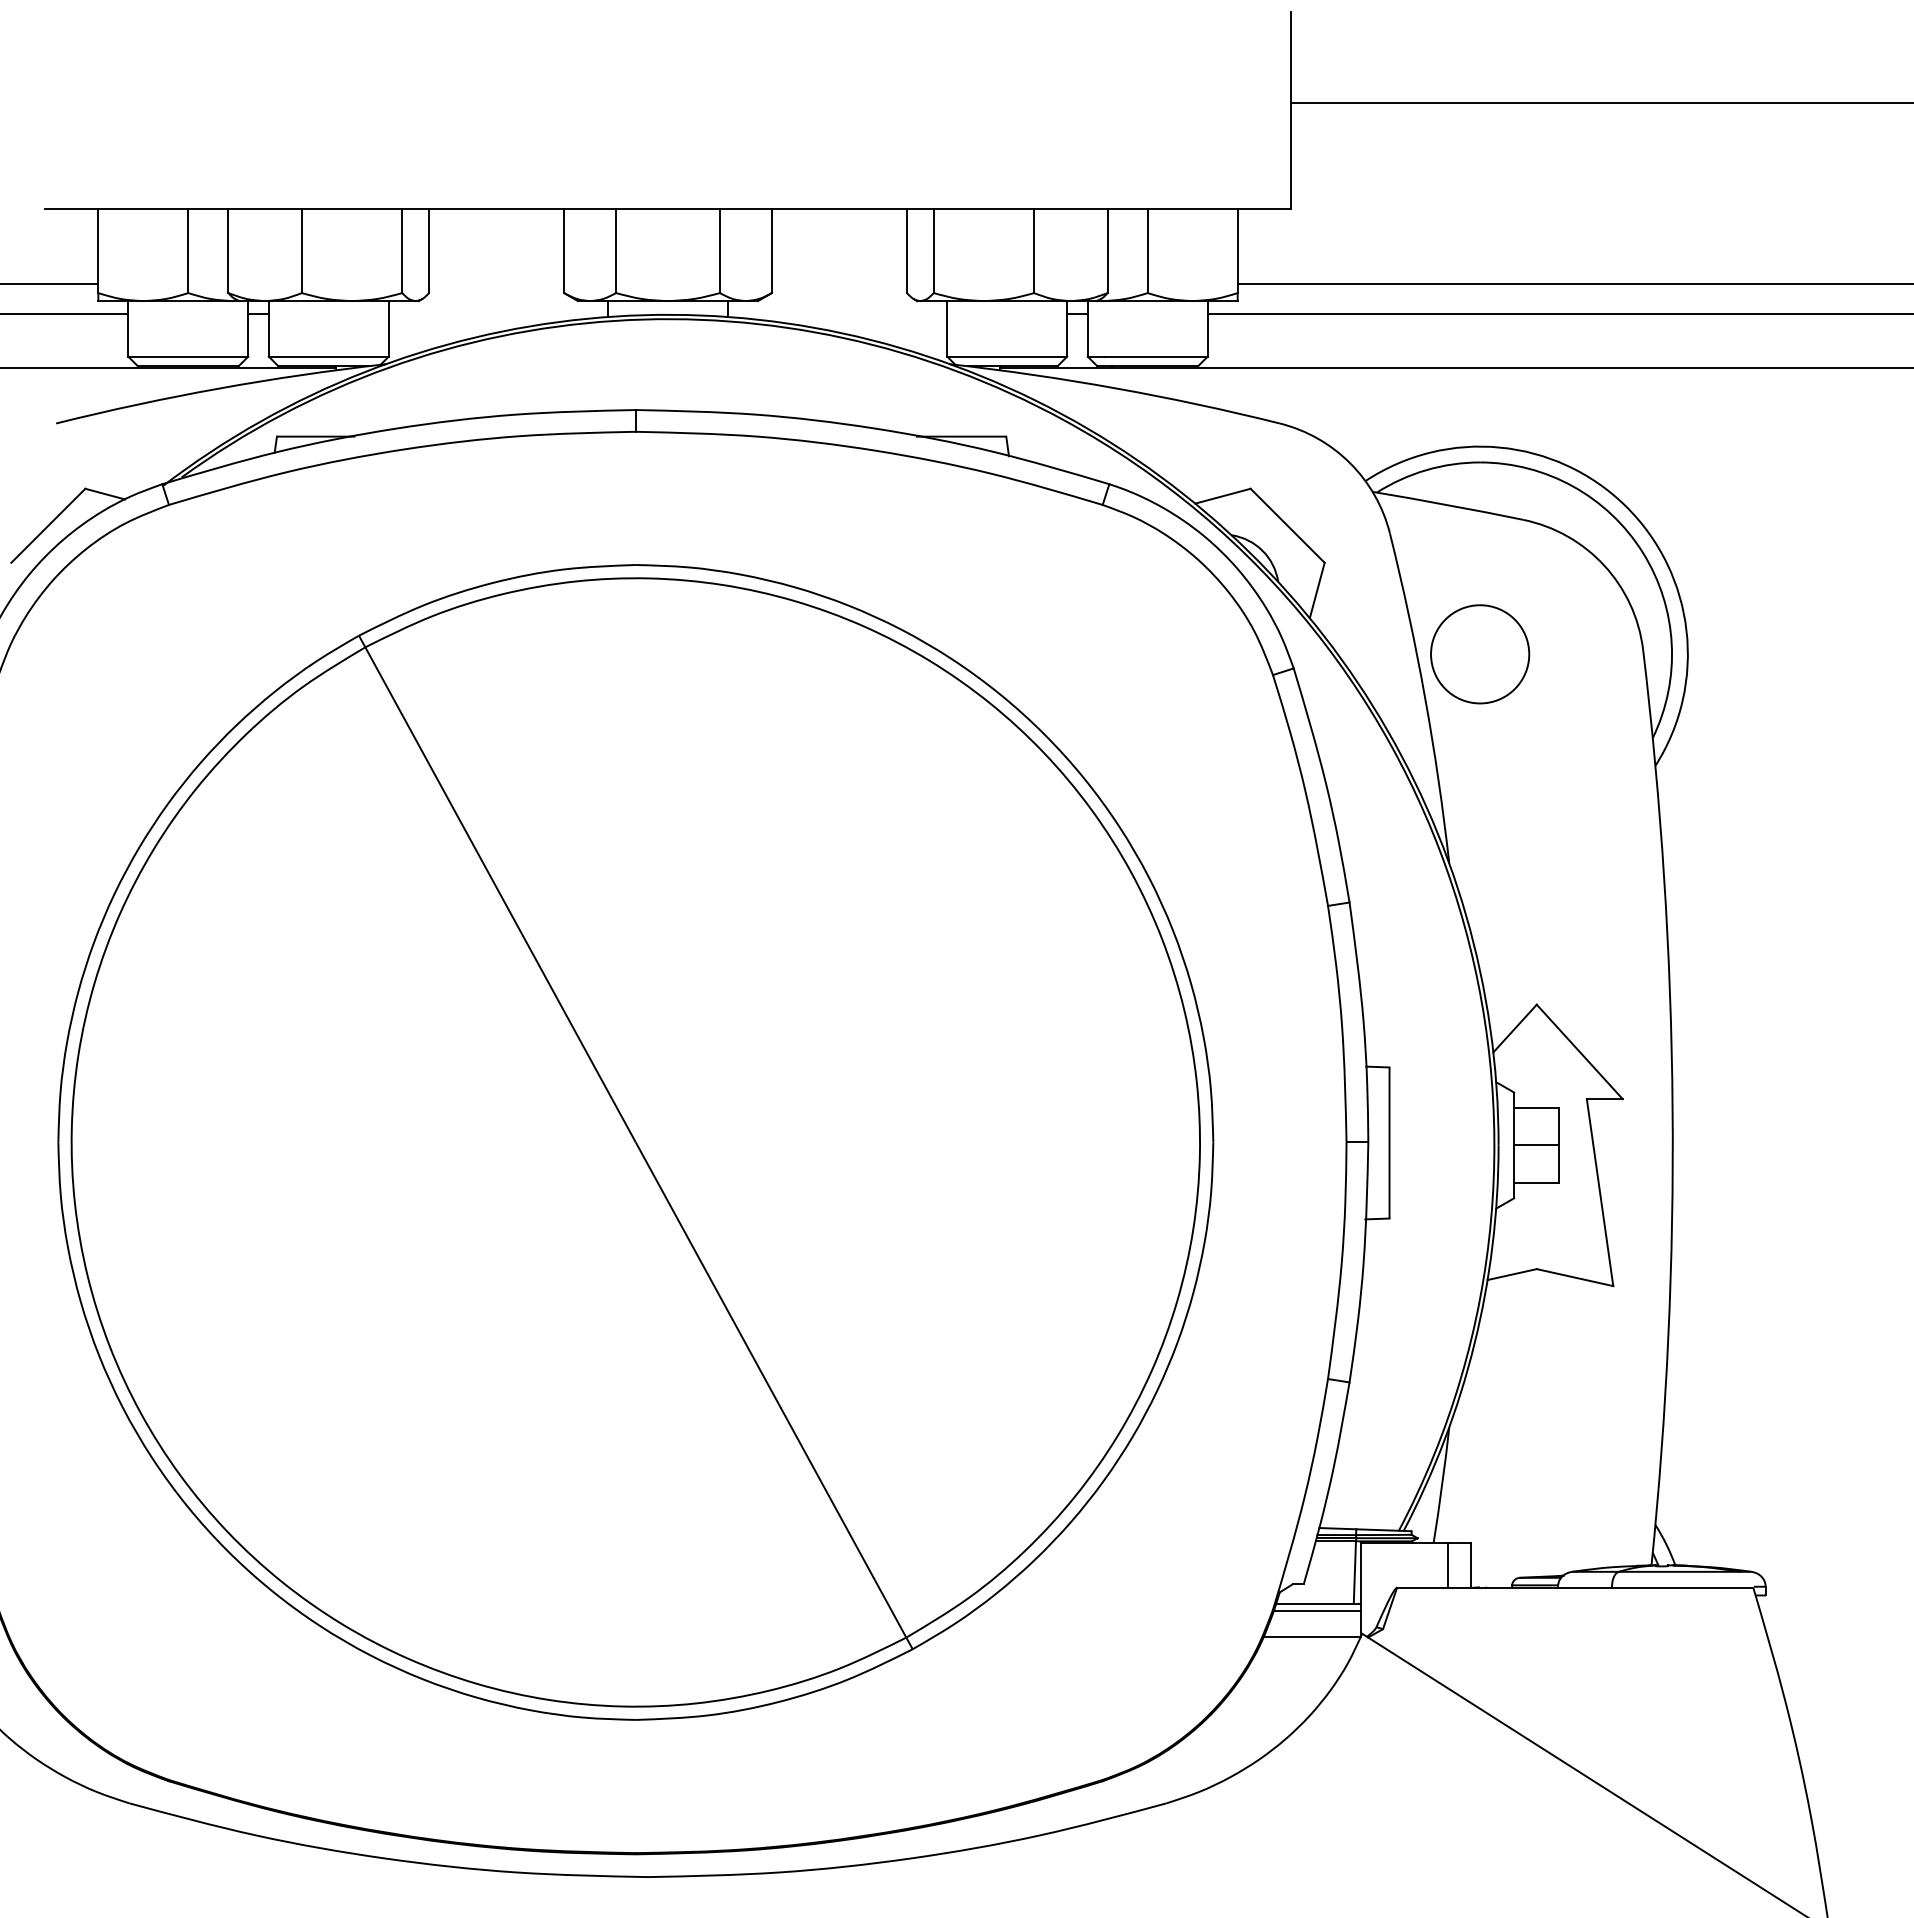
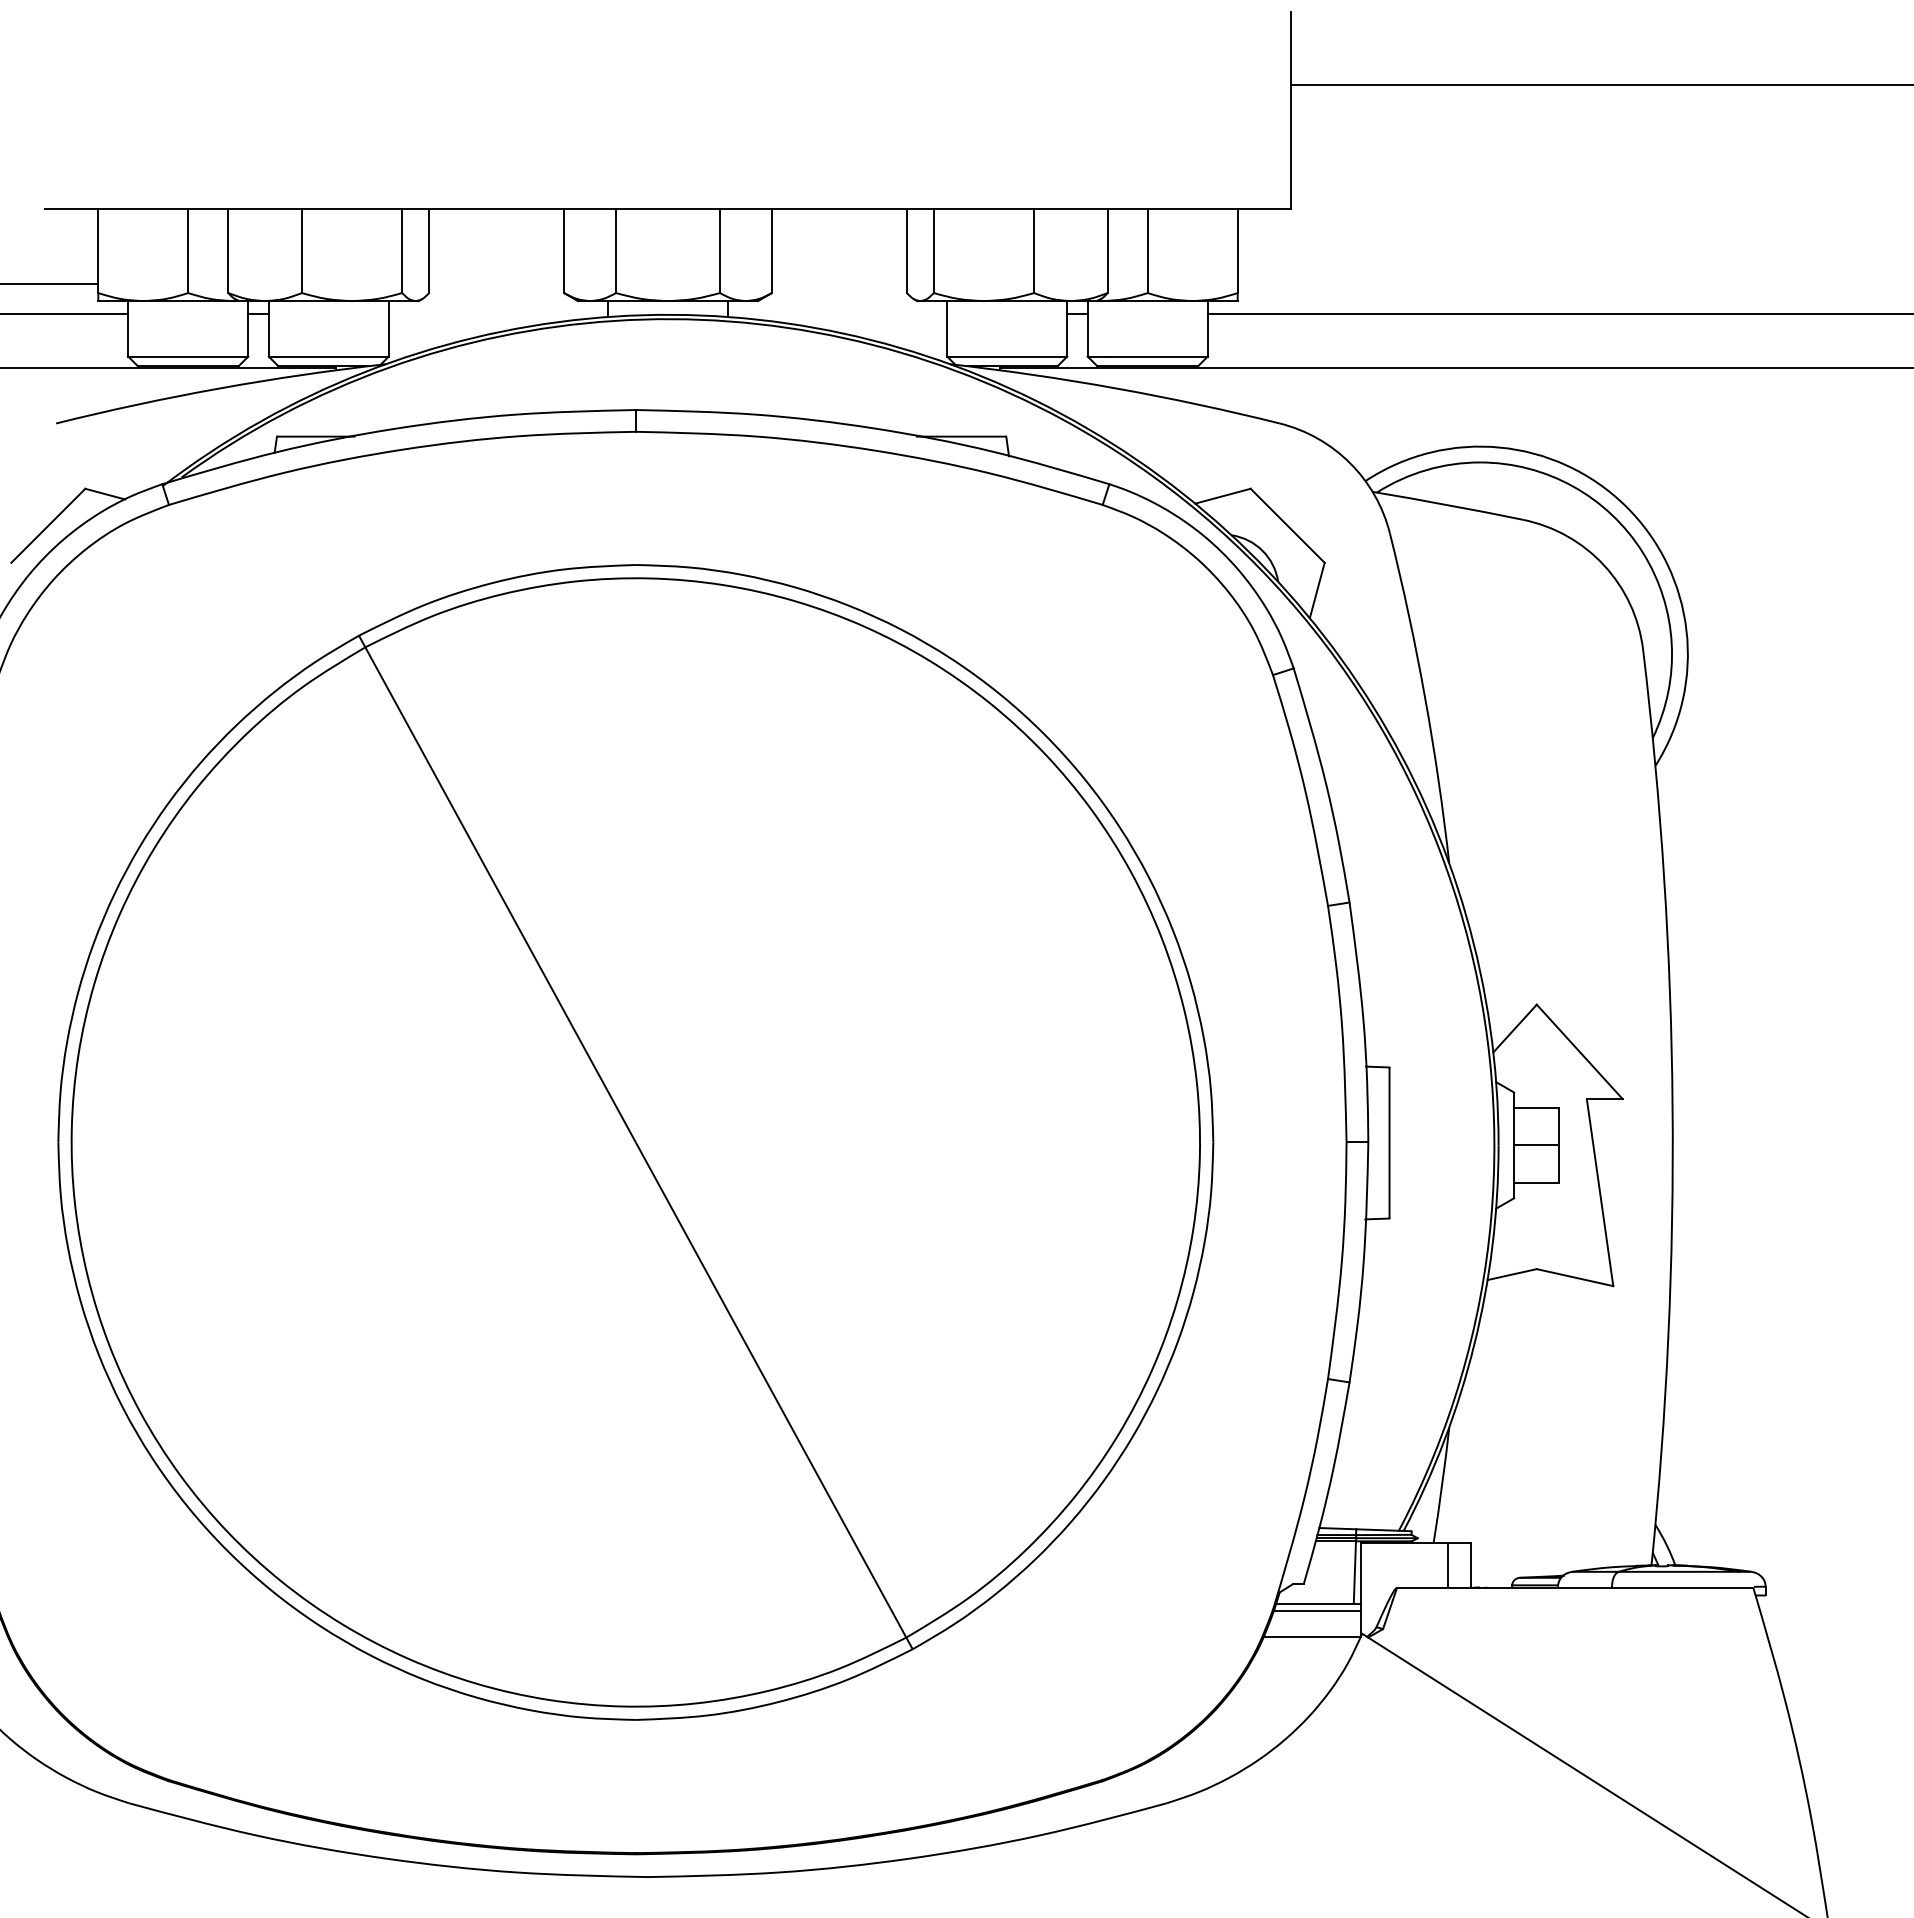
line at (1600, 102) position: (1600, 102) -> (1600, 84)
line at (1573, 284): present -> none
circle at (1480, 654): present -> none
